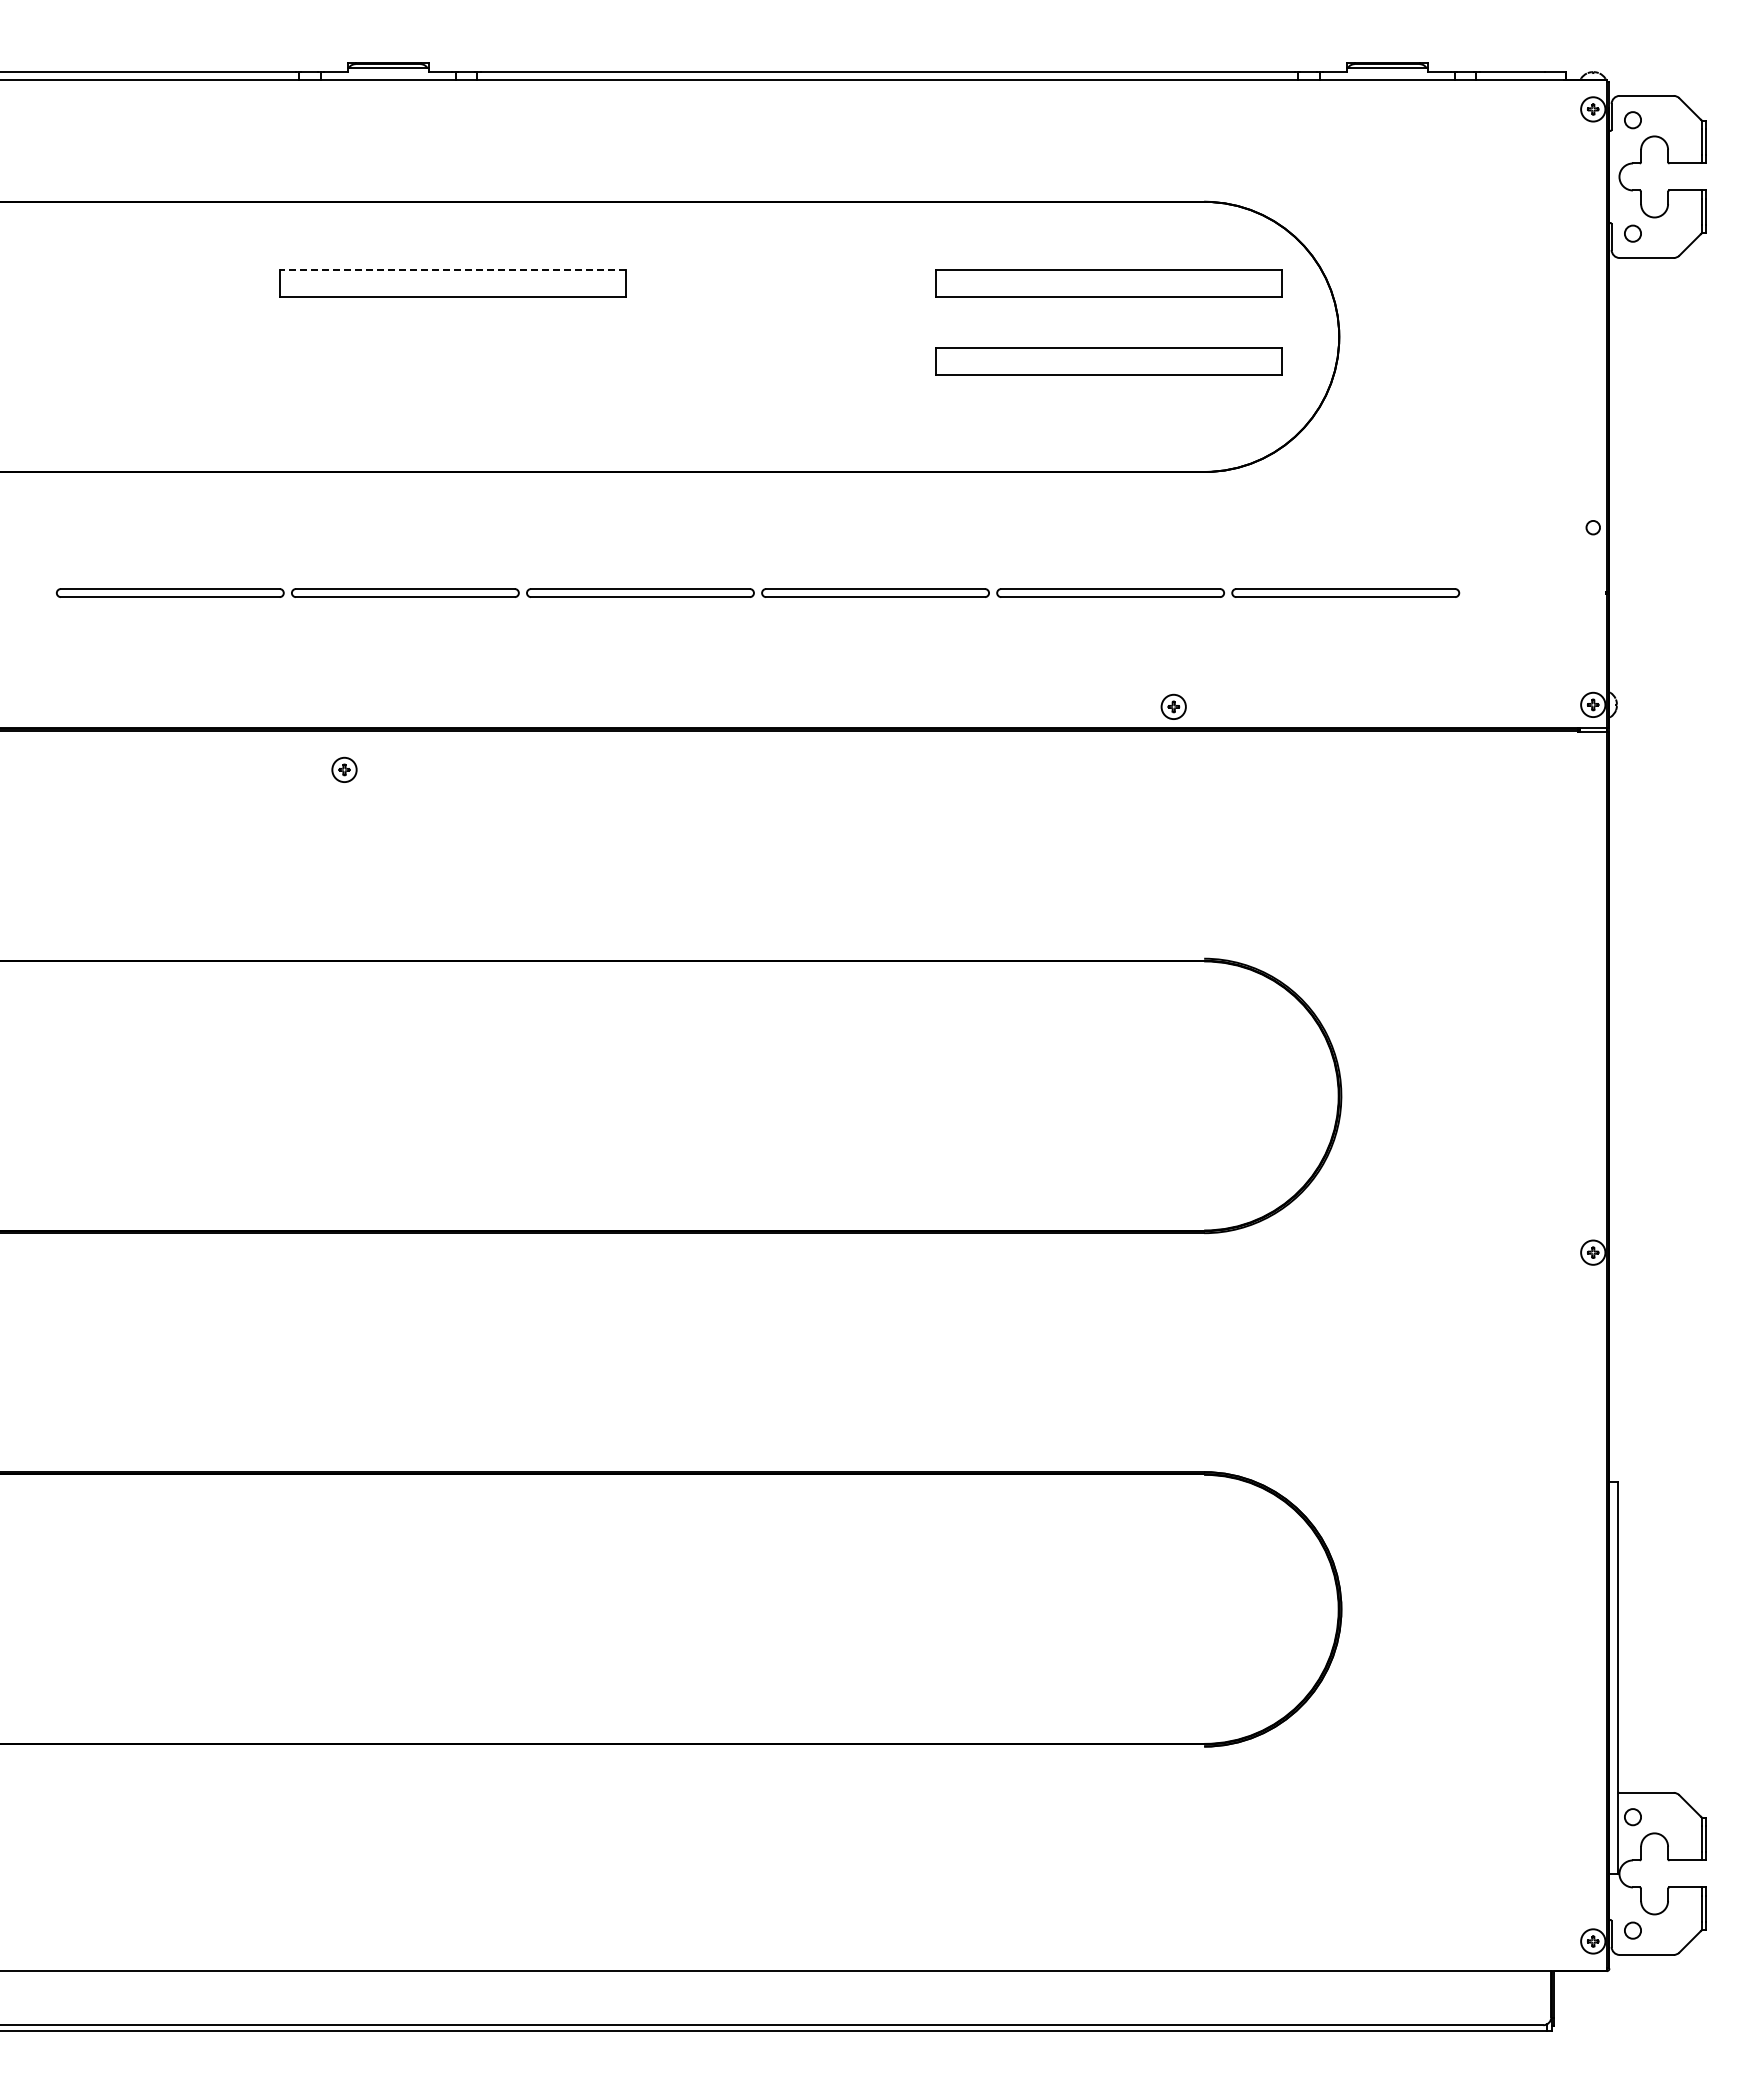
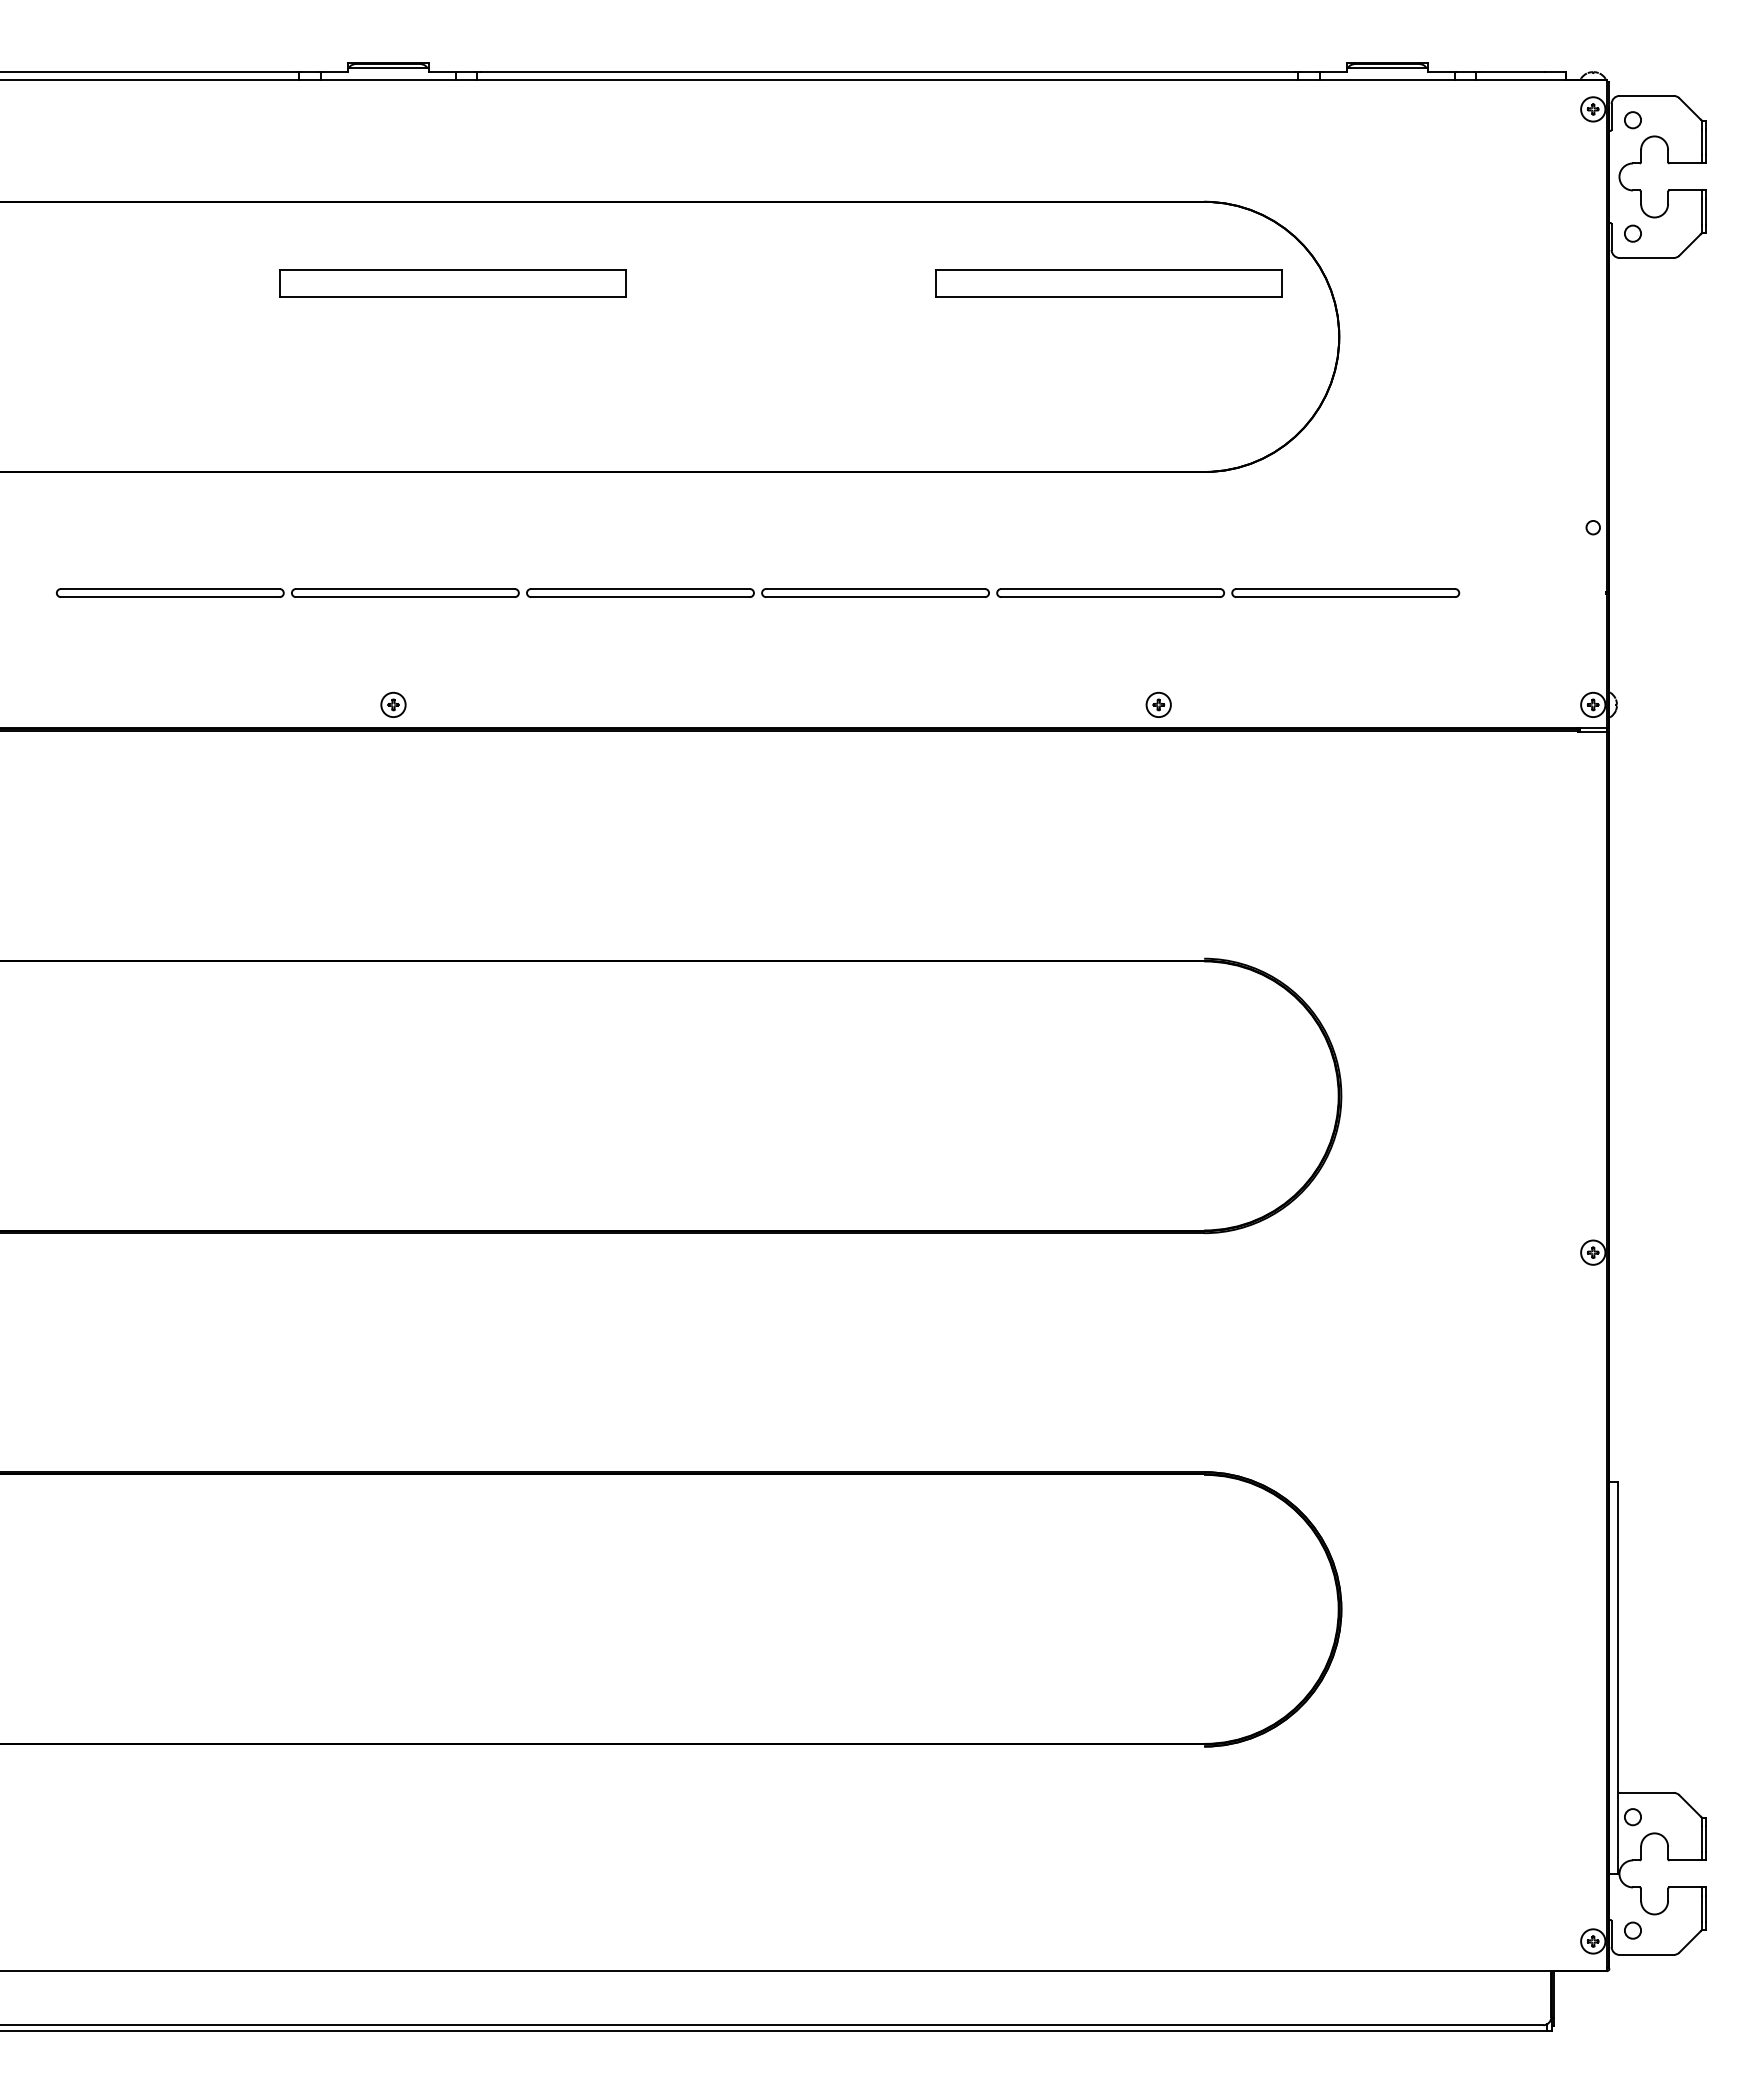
line at (453, 270): dashed -> solid
part at (1108, 361): present -> none
part at (1173, 706) position: (1173, 706) -> (1158, 704)
part at (344, 769) position: (344, 769) -> (393, 704)
